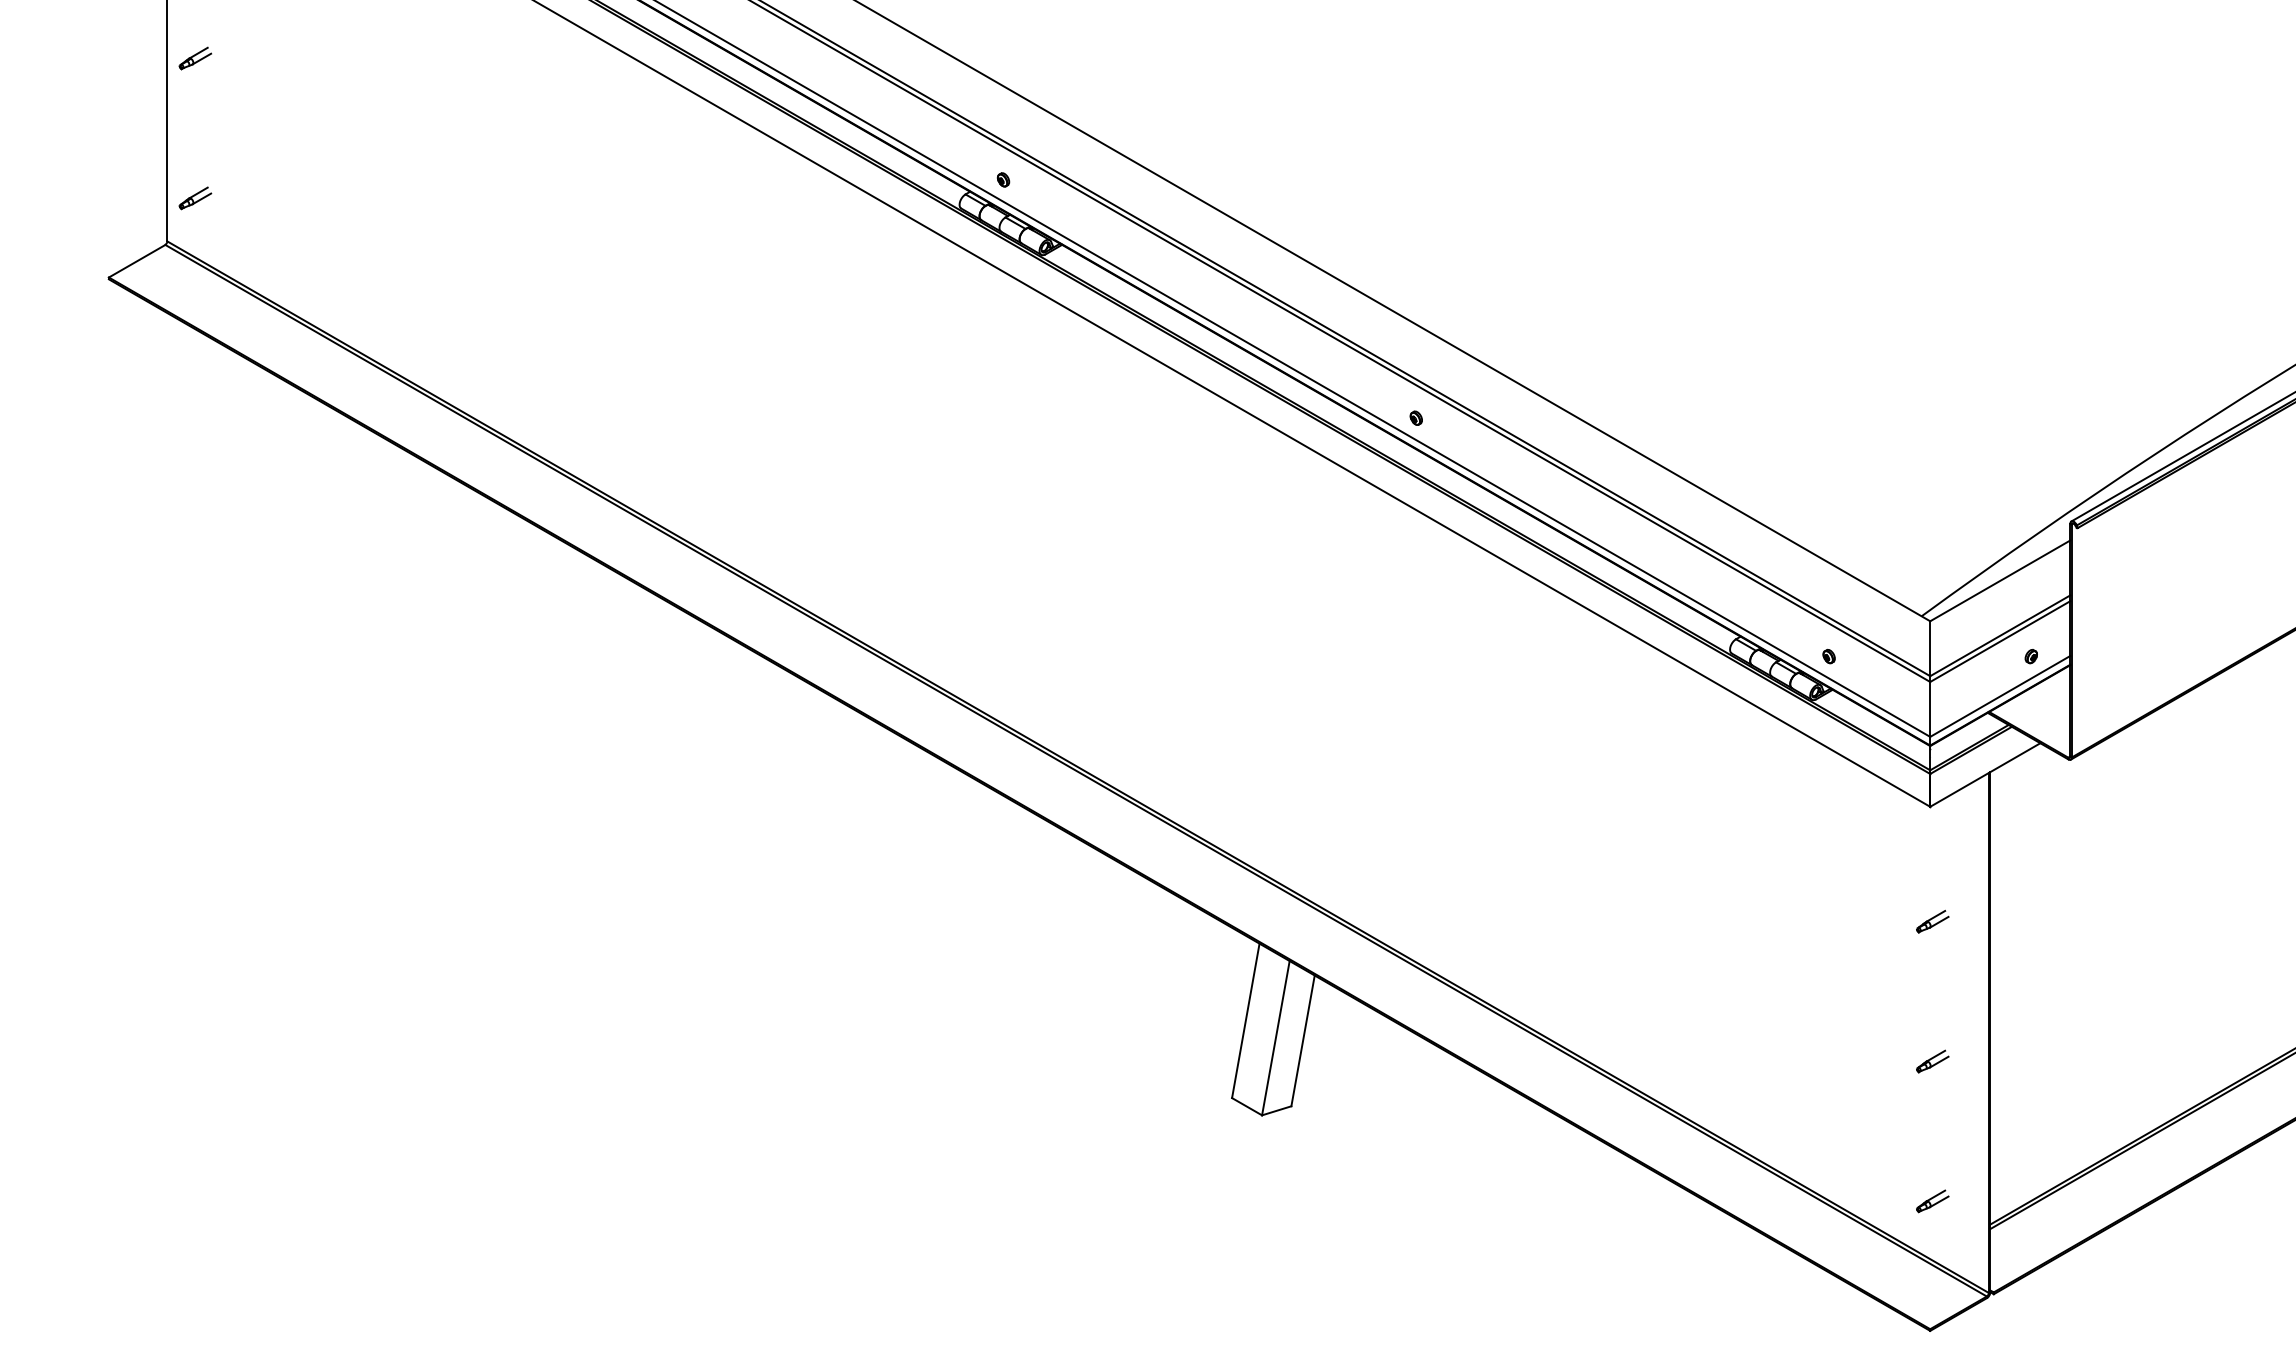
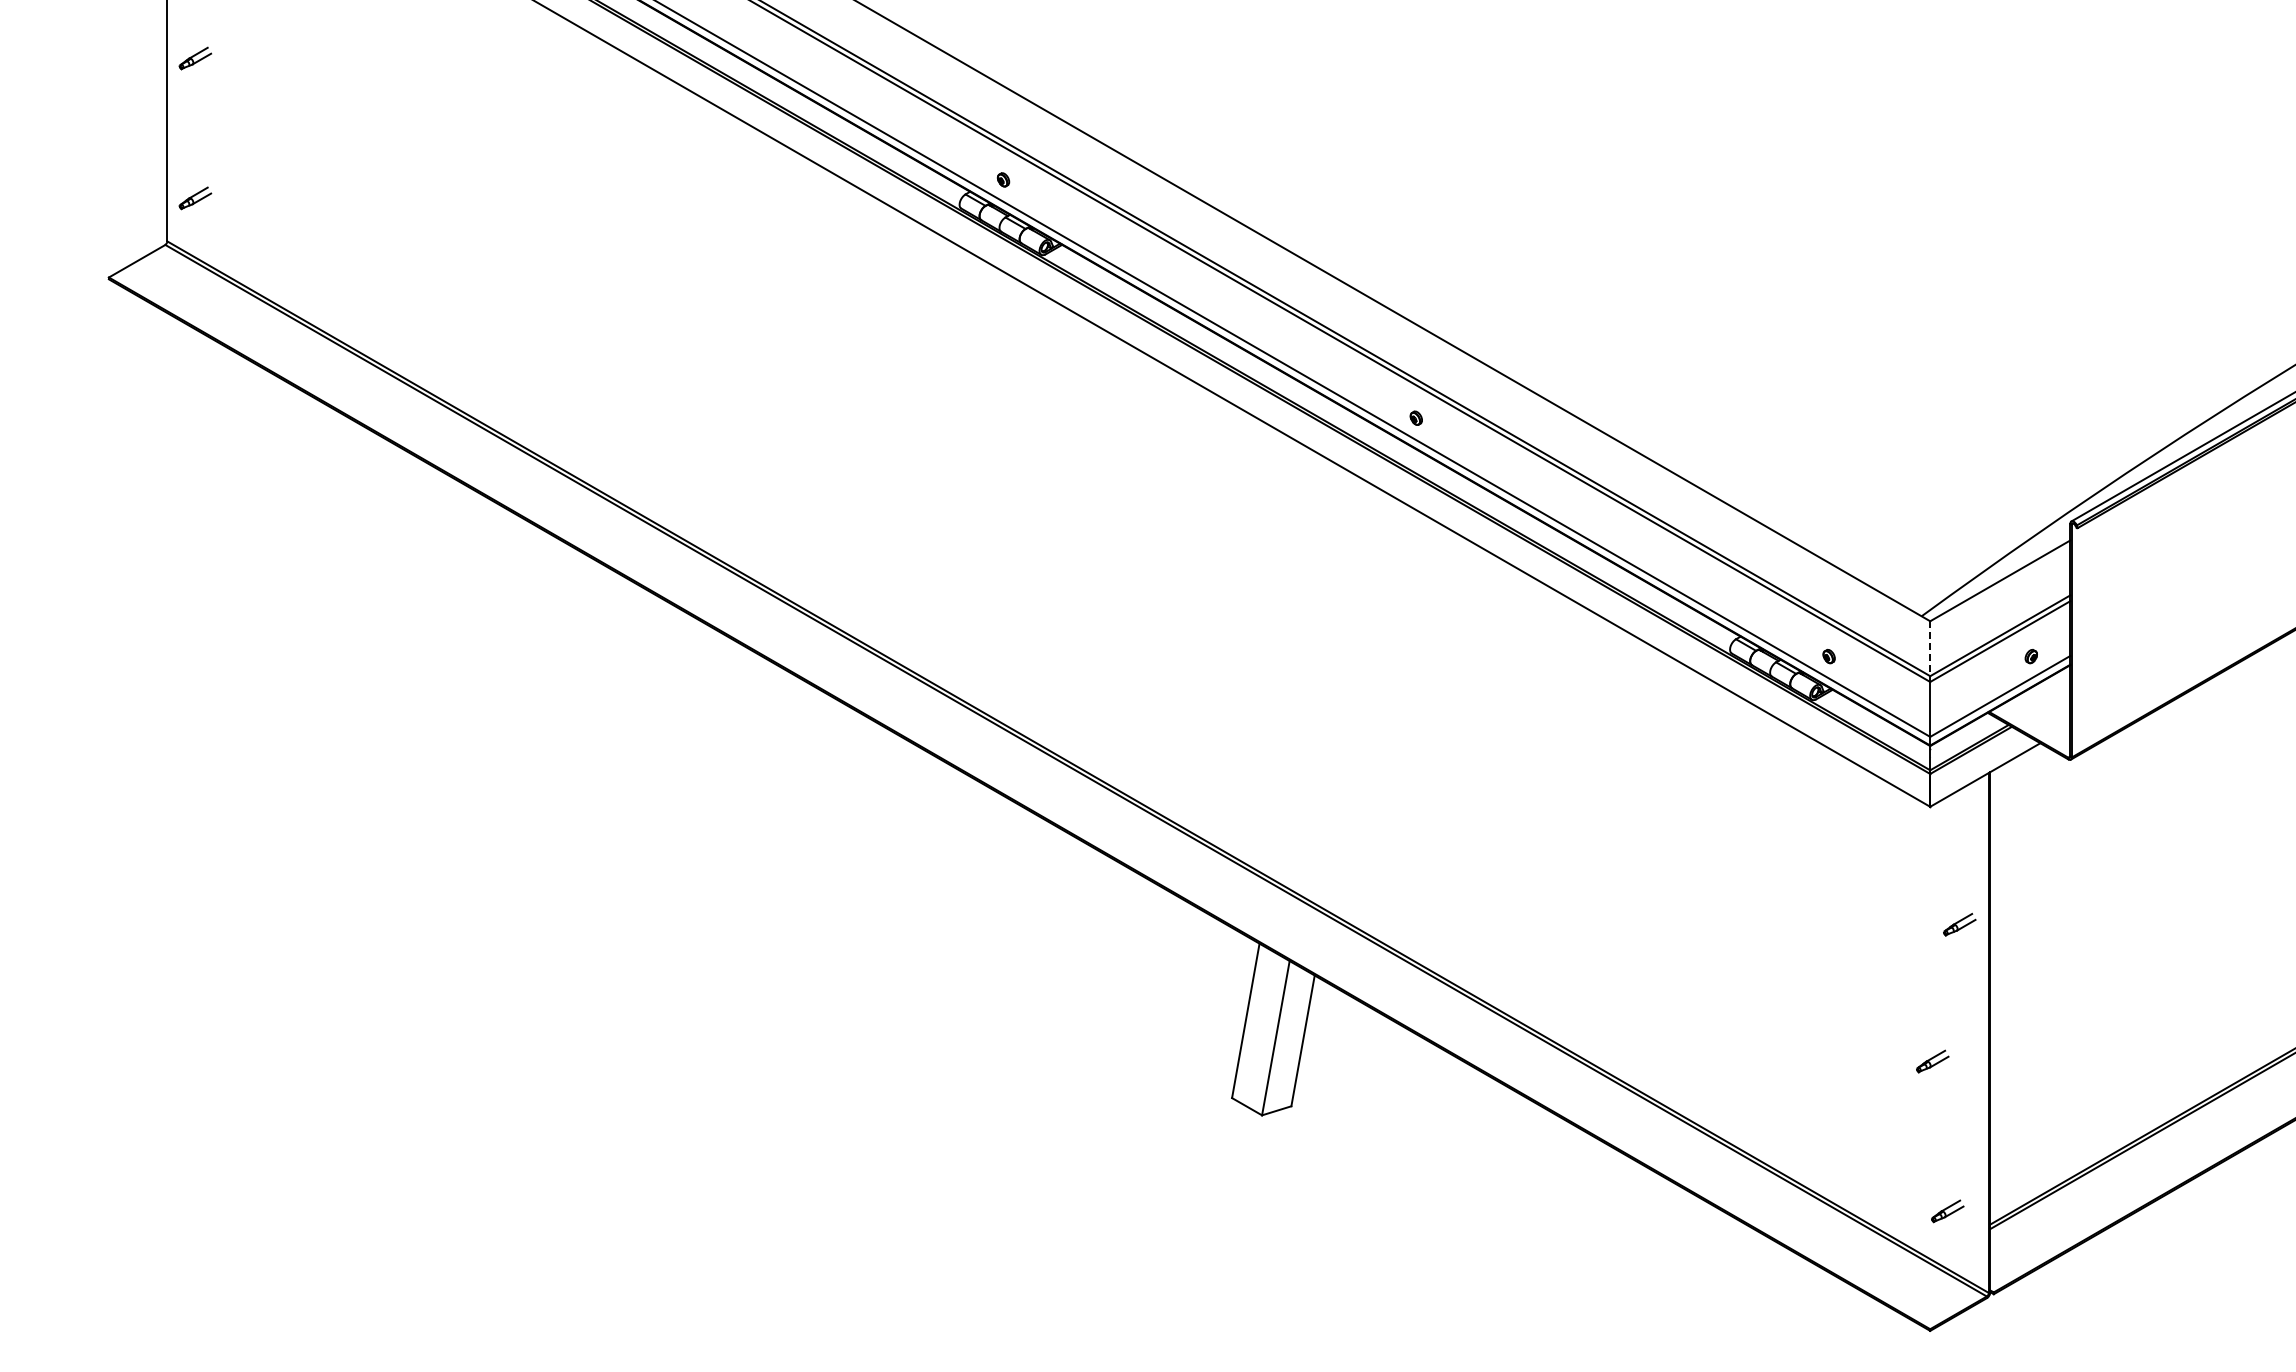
line at (1930, 649): solid -> dashed
part at (1932, 921) position: (1932, 921) -> (1959, 924)
part at (1932, 1201) position: (1932, 1201) -> (1947, 1211)
